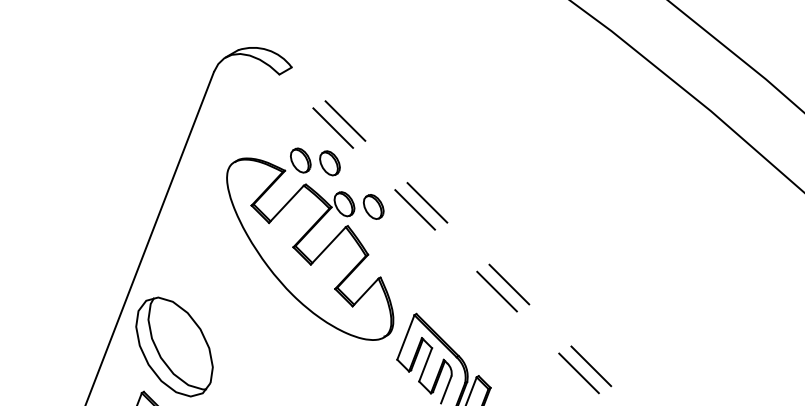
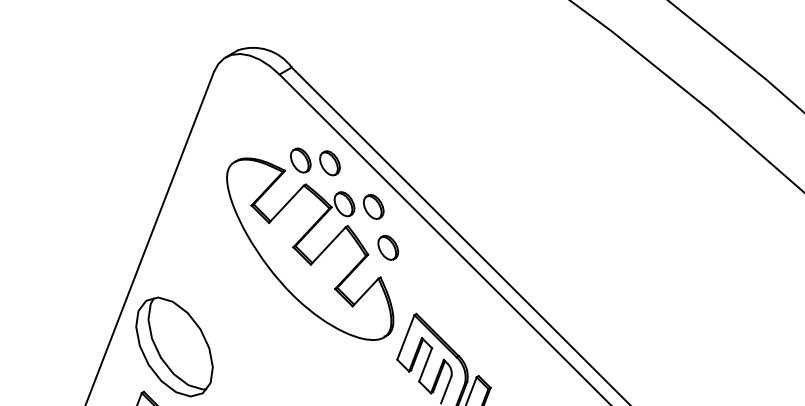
line at (460, 236): dashed -> solid
line at (445, 239): dashed -> solid
part at (388, 247): none -> present
